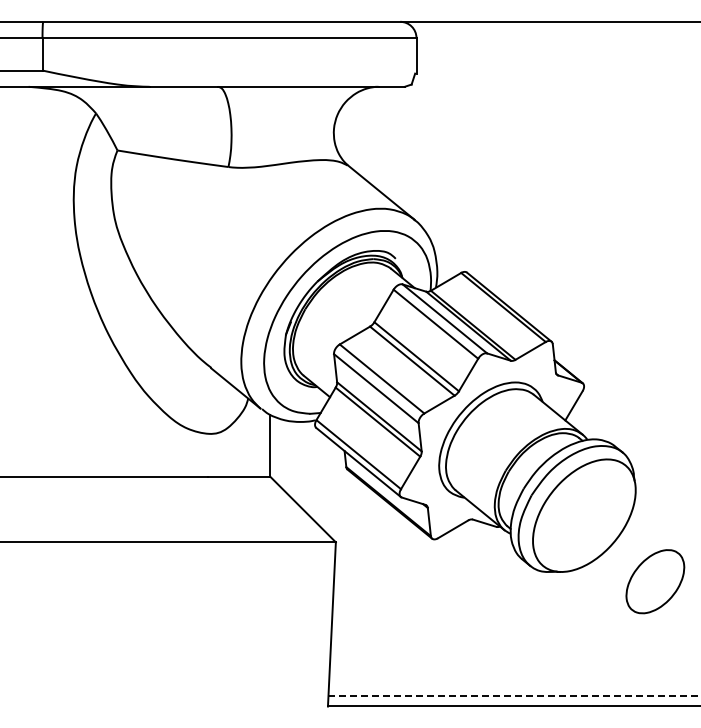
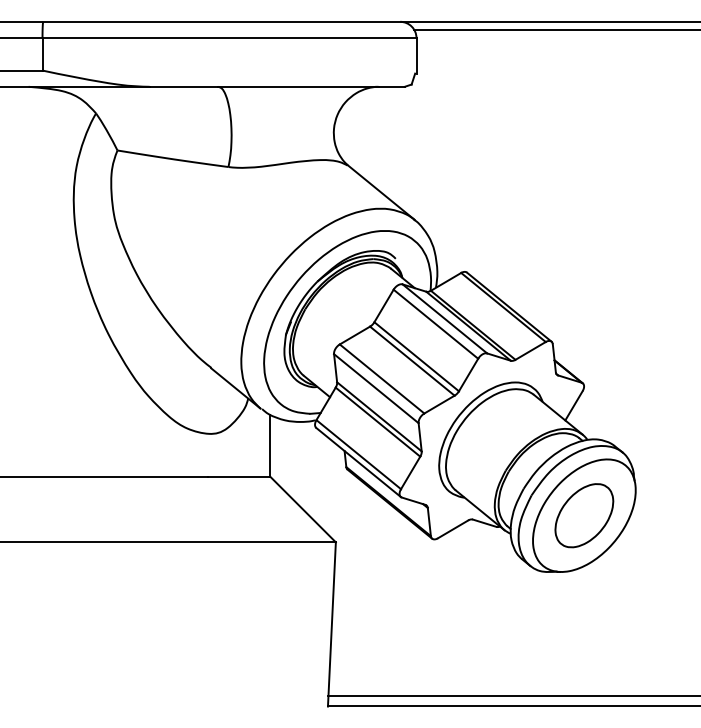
line at (555, 29): none -> present
part at (655, 581) position: (655, 581) -> (584, 515)
line at (514, 696): dashed -> solid
